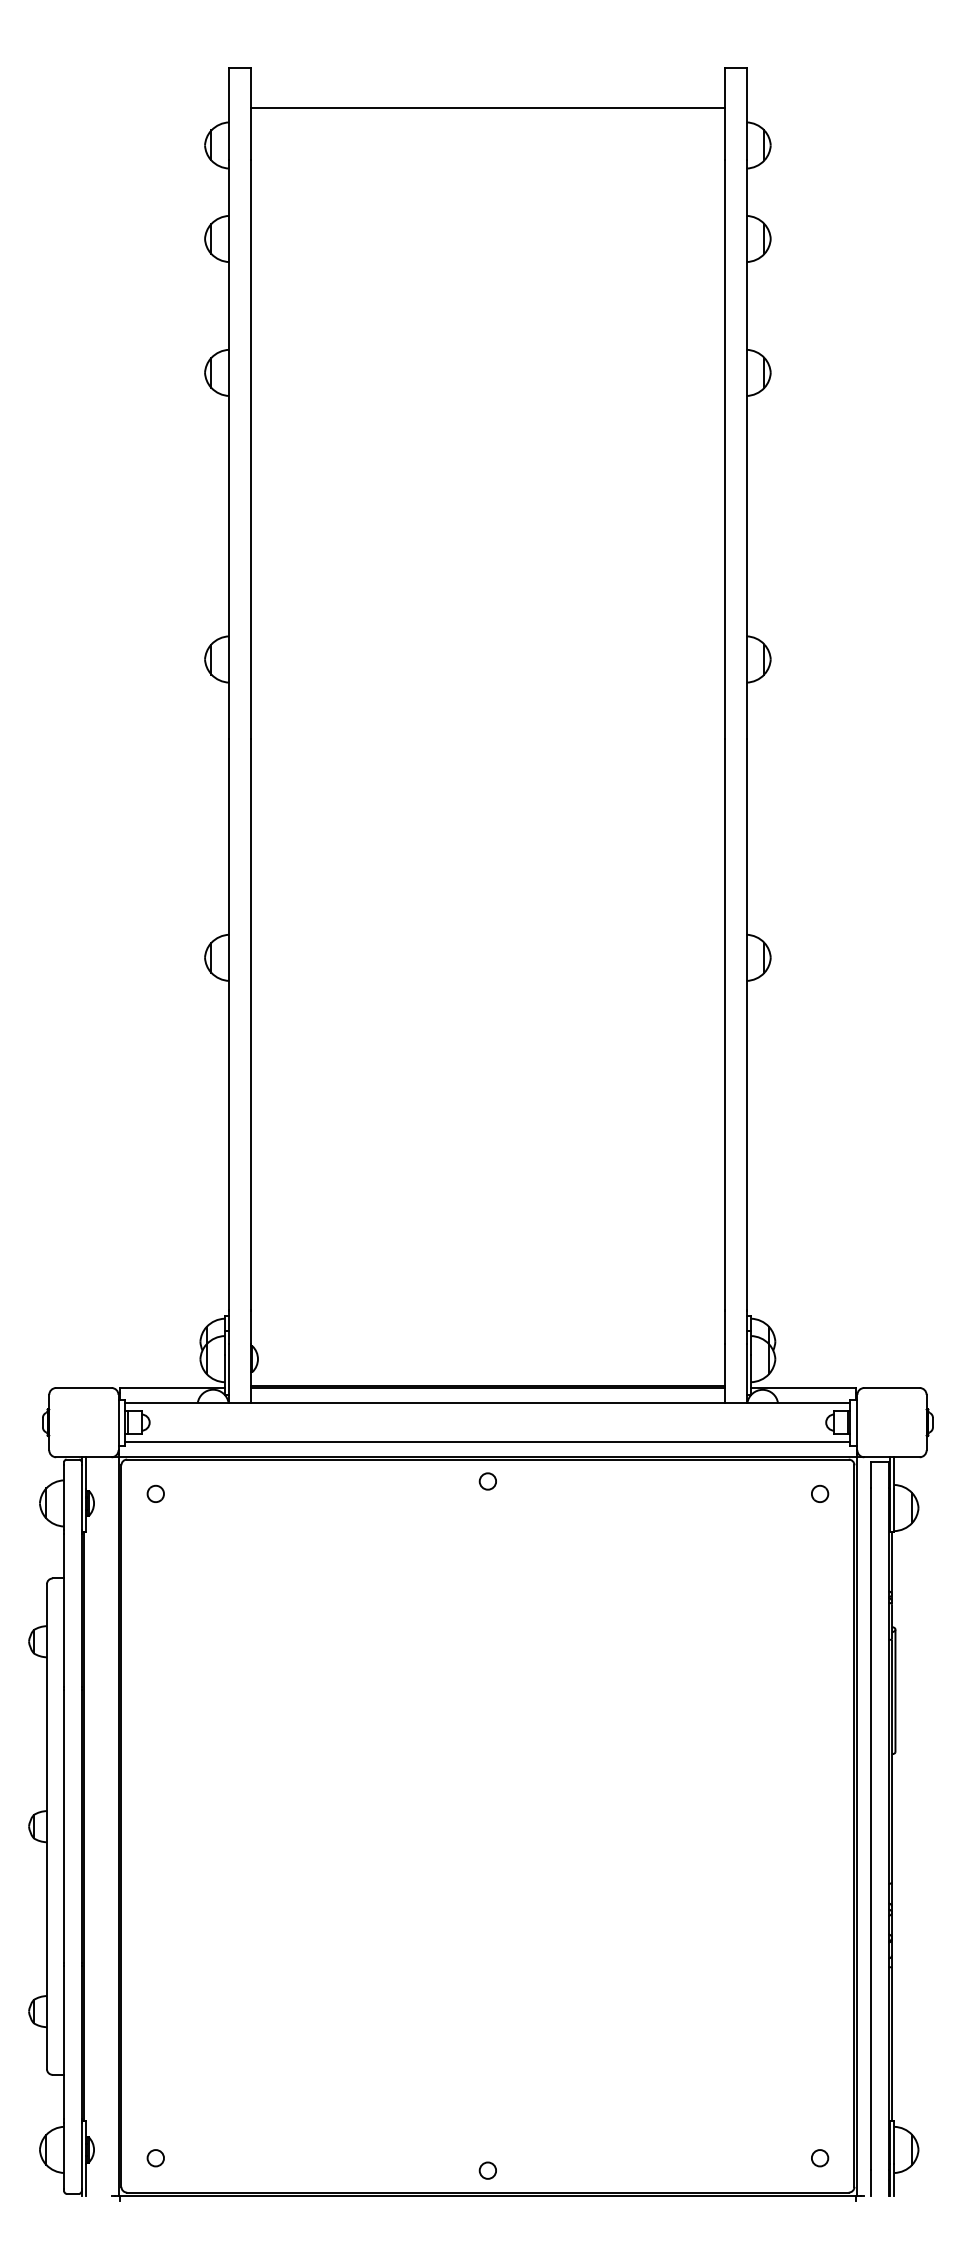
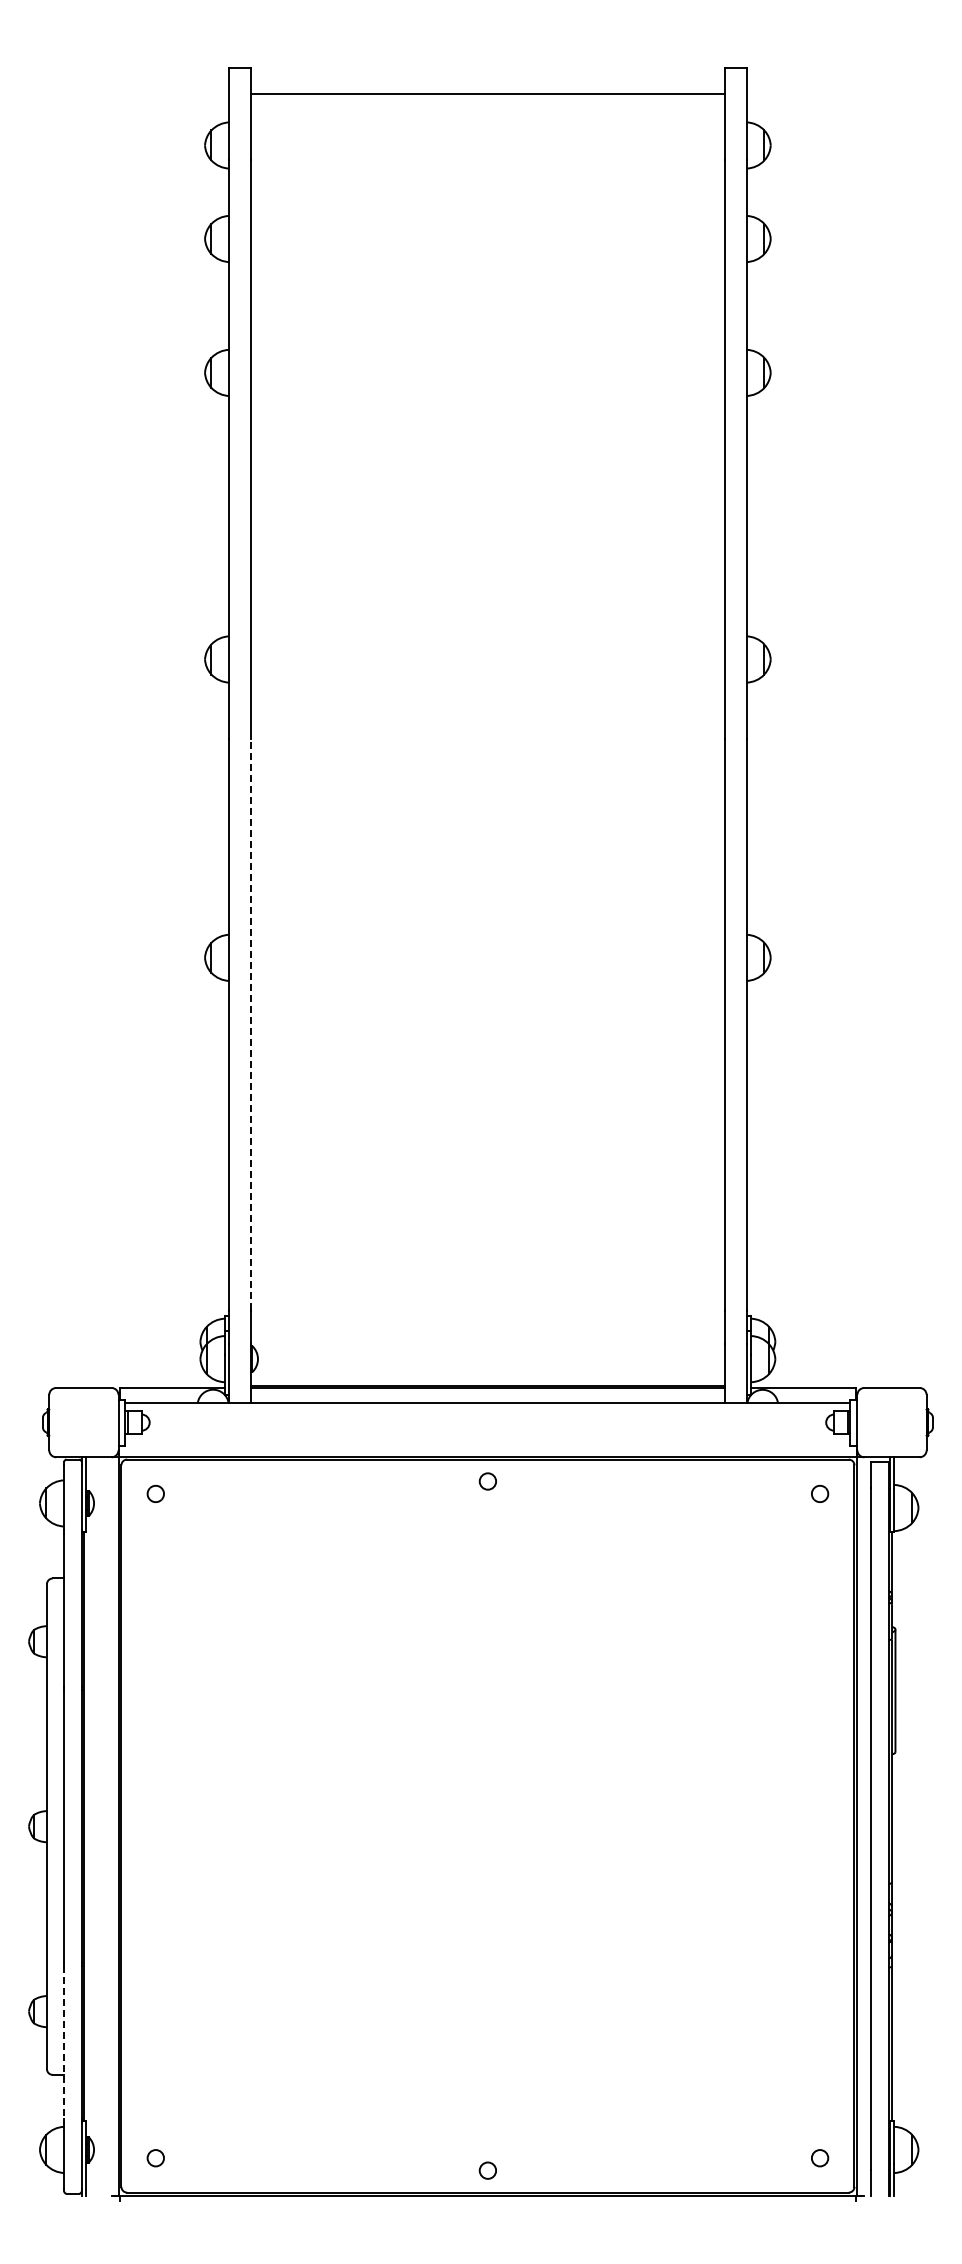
line at (487, 108) position: (487, 108) -> (487, 94)
line at (251, 1024): solid -> dashed
line at (487, 1442): present -> none
line at (64, 2042): solid -> dashed
